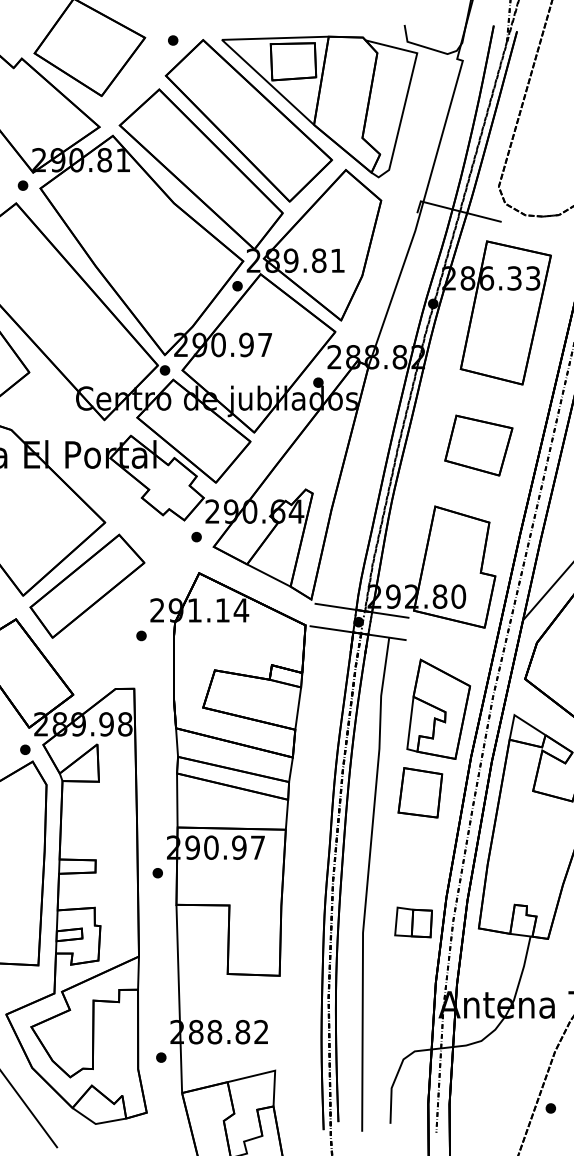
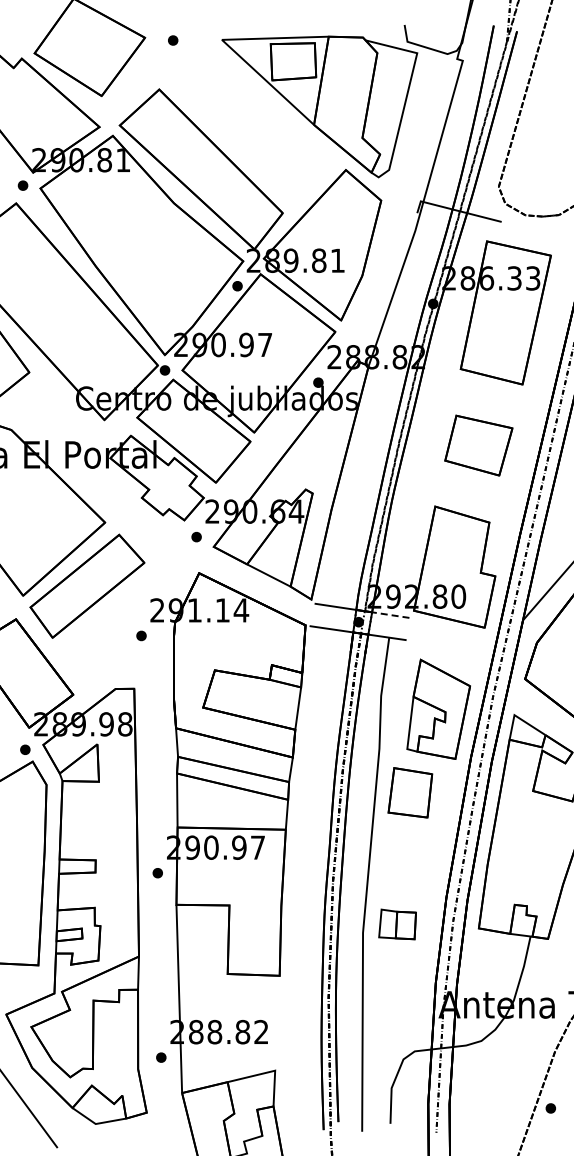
part at (248, 120): present -> none
line at (390, 615): solid -> dashed
part at (420, 792) position: (420, 792) -> (410, 792)
part at (413, 922) position: (413, 922) -> (397, 924)
